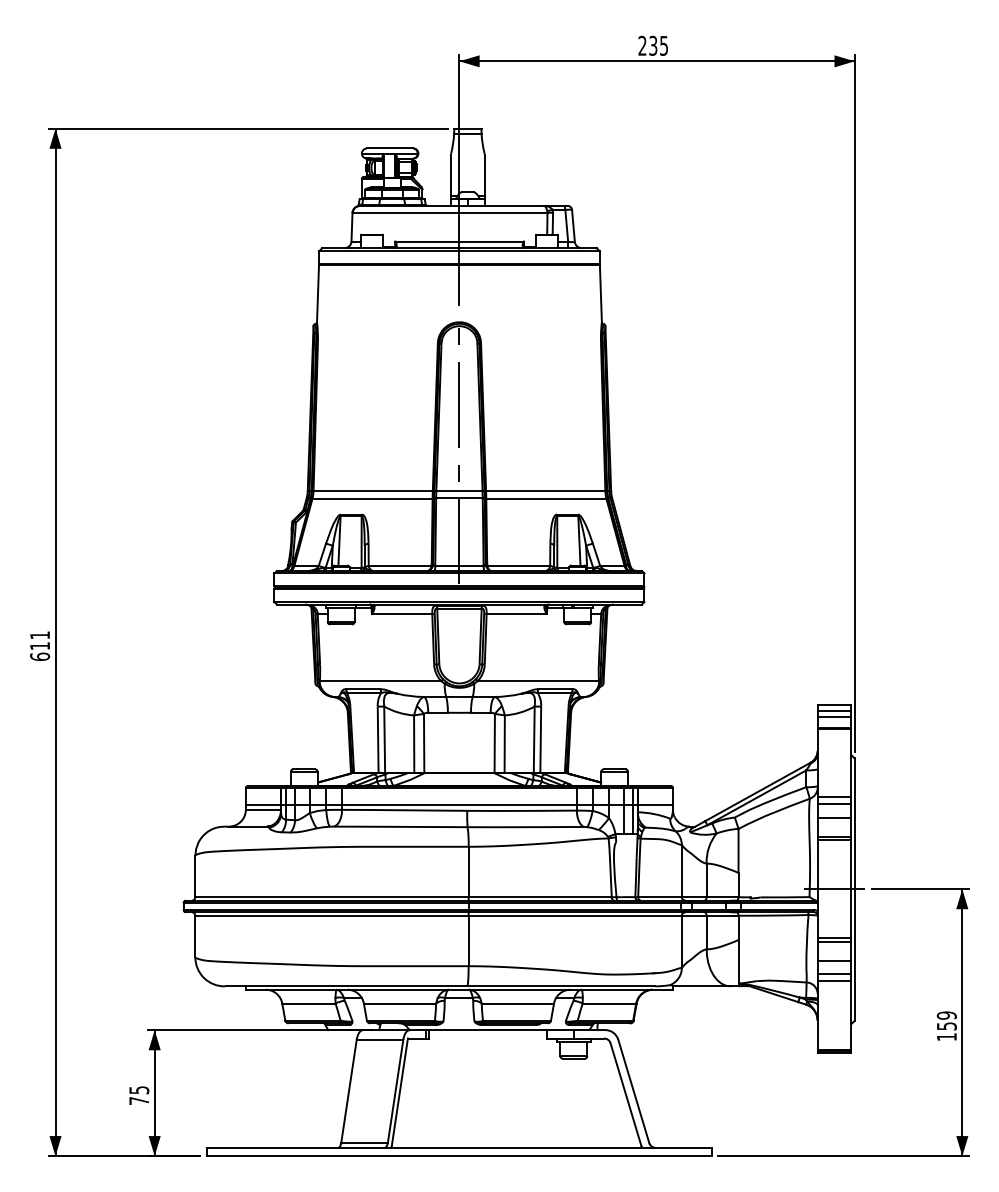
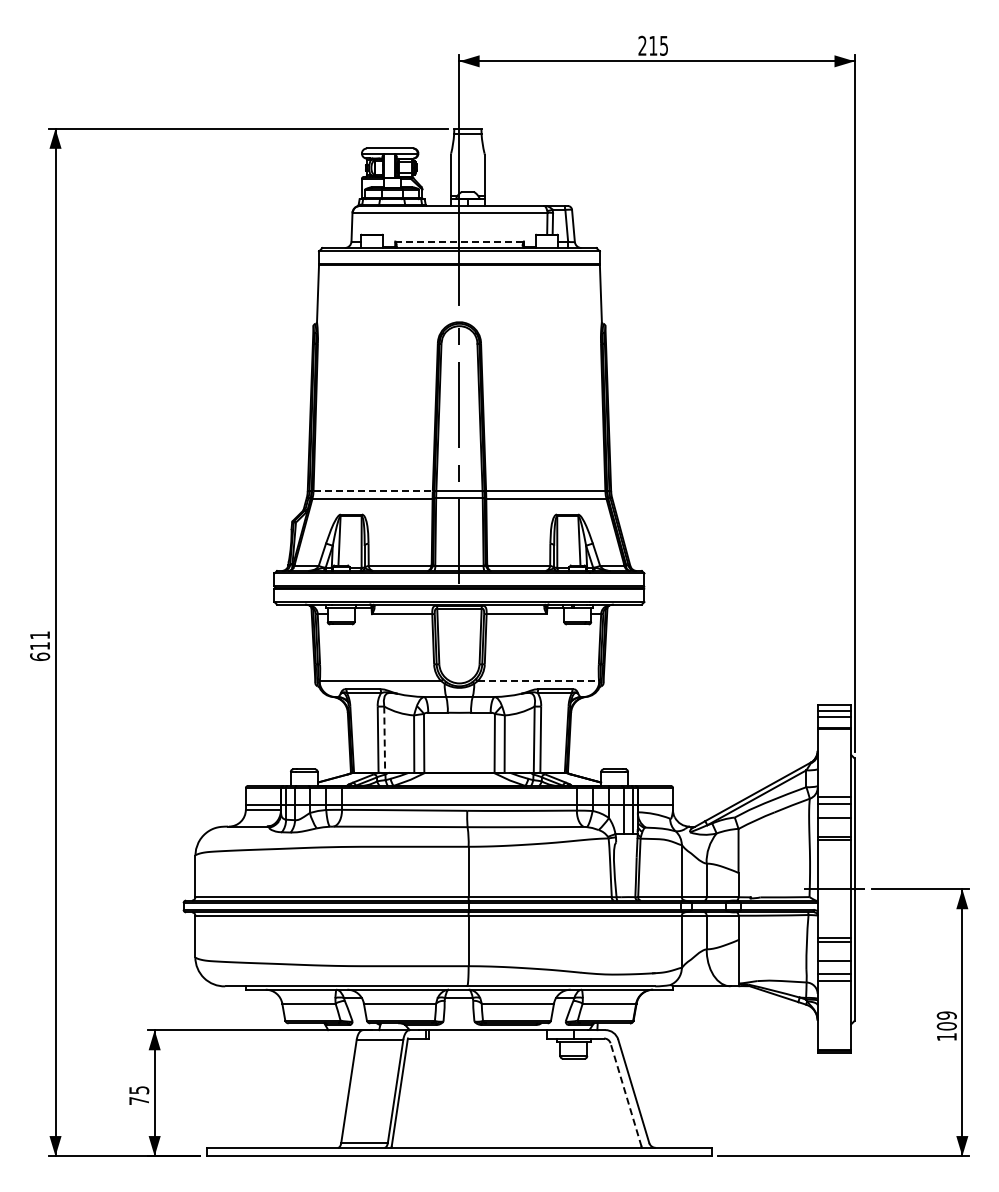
text at (653, 45): 235 -> 215
line at (460, 241): solid -> dashed
line at (373, 491): solid -> dashed
line at (538, 681): solid -> dashed
line at (384, 740): solid -> dashed
text at (946, 1026): 159 -> 109
line at (626, 1094): solid -> dashed
